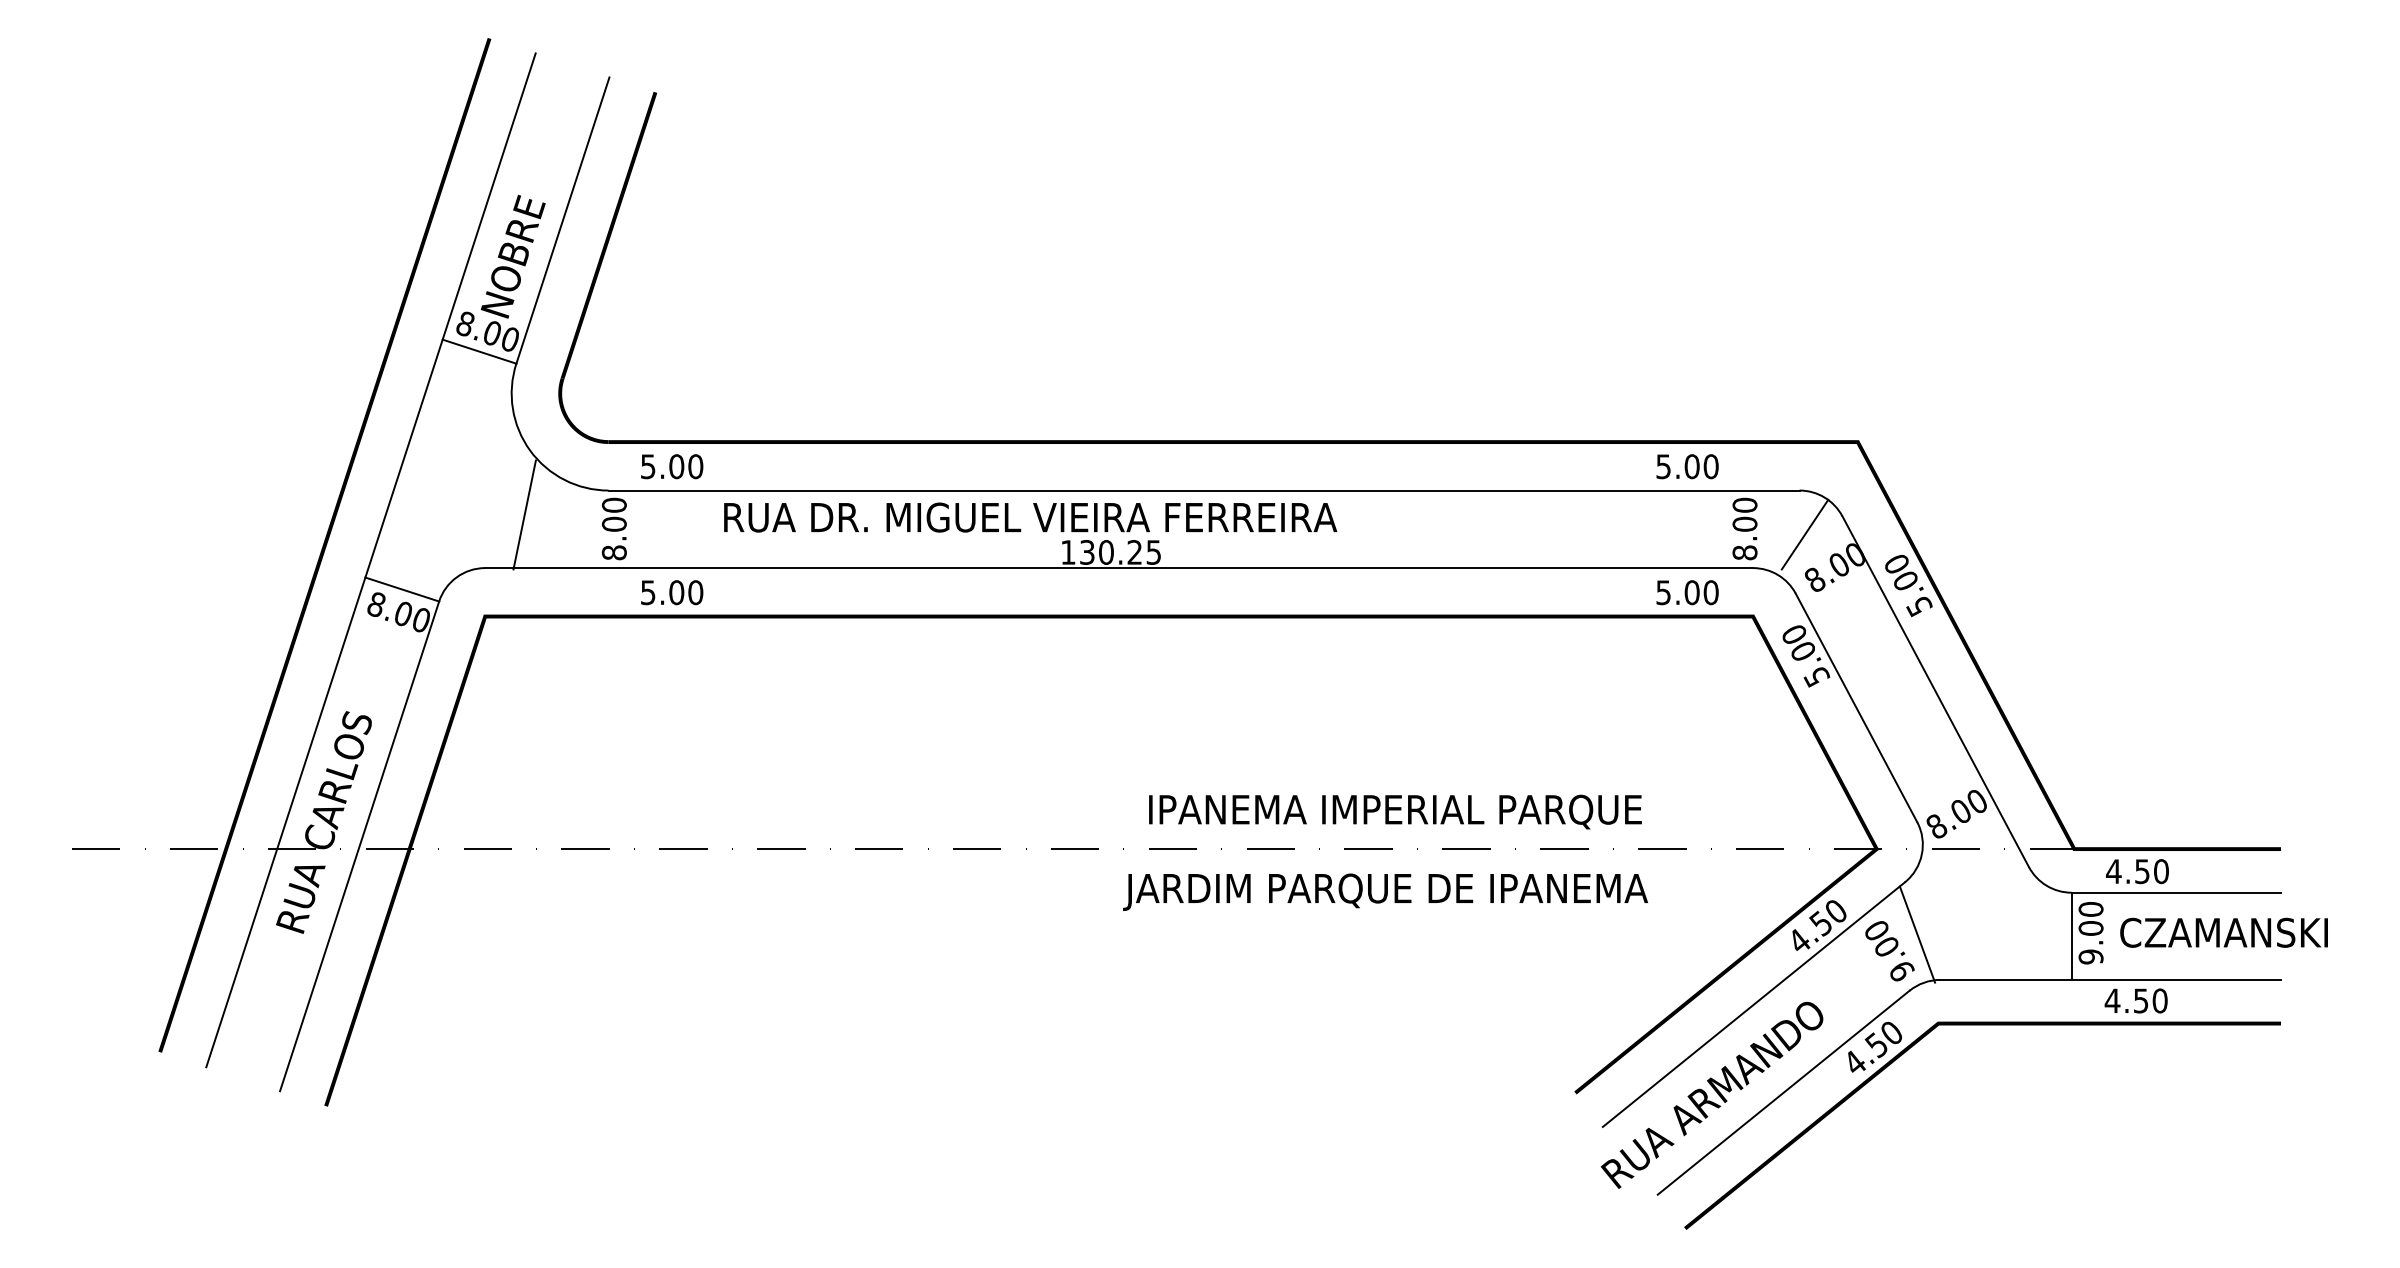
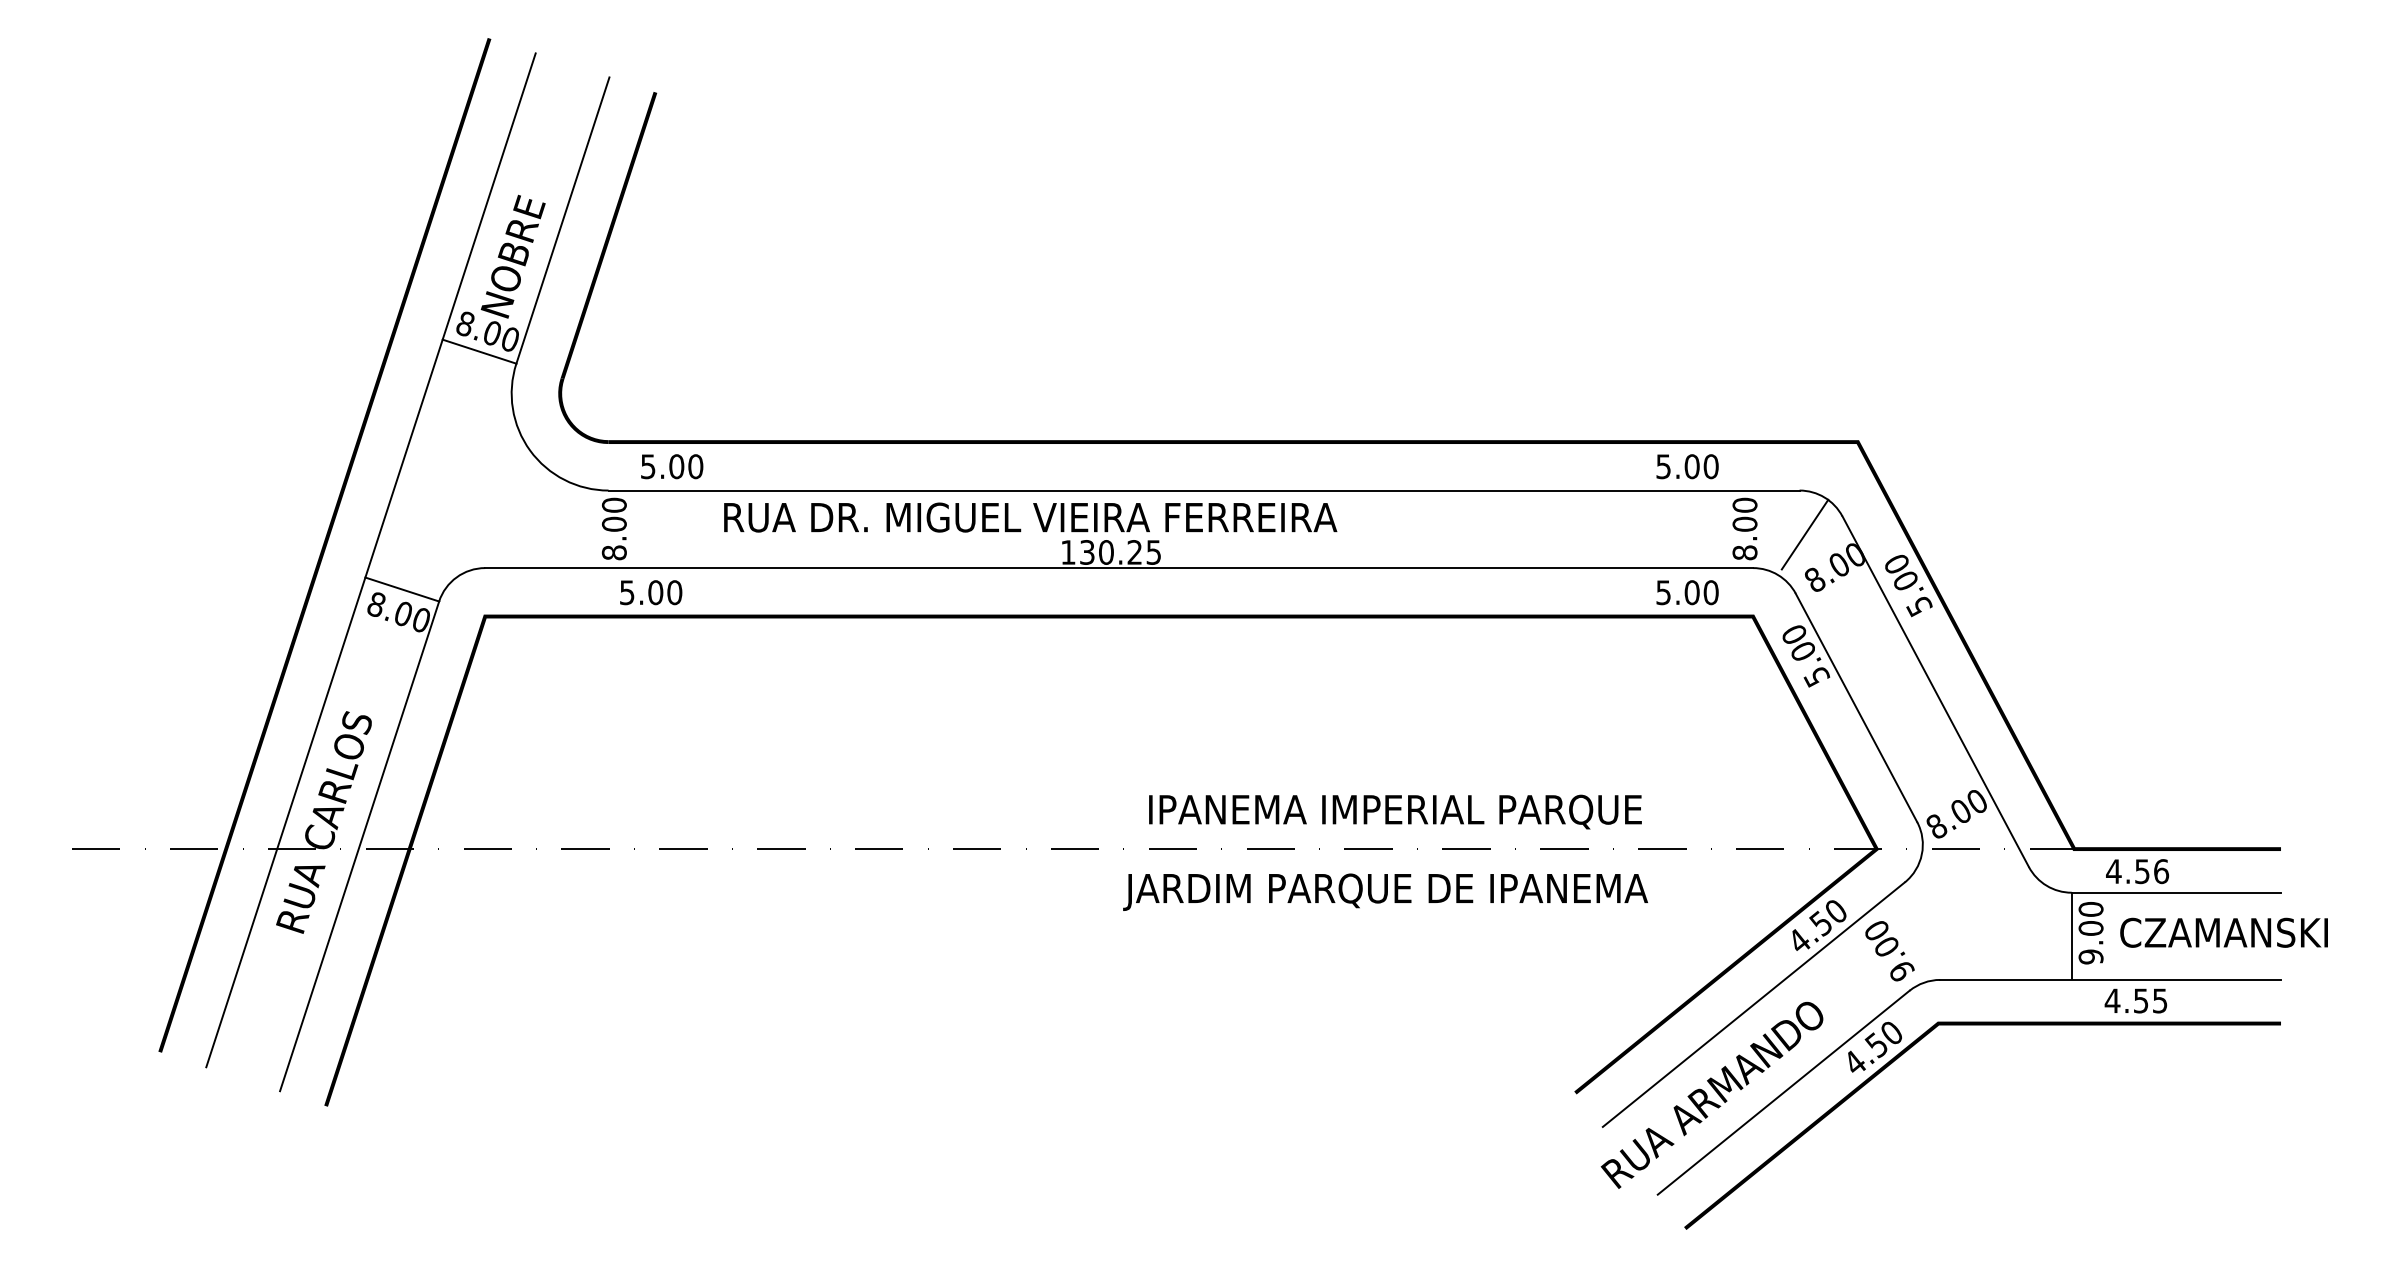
line at (524, 514): present -> none
text at (672, 592) position: (672, 592) -> (651, 592)
text at (2161, 871): 4.50 -> 4.56
line at (1917, 934): present -> none
text at (2159, 1000): 4.50 -> 4.55
